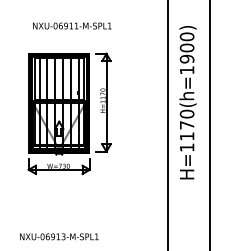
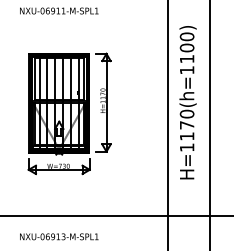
text at (72, 25) position: (72, 25) -> (59, 10)
text at (186, 58): H=1170(h=1900) -> H=1170(h=1100)
line at (116, 215): none -> present
